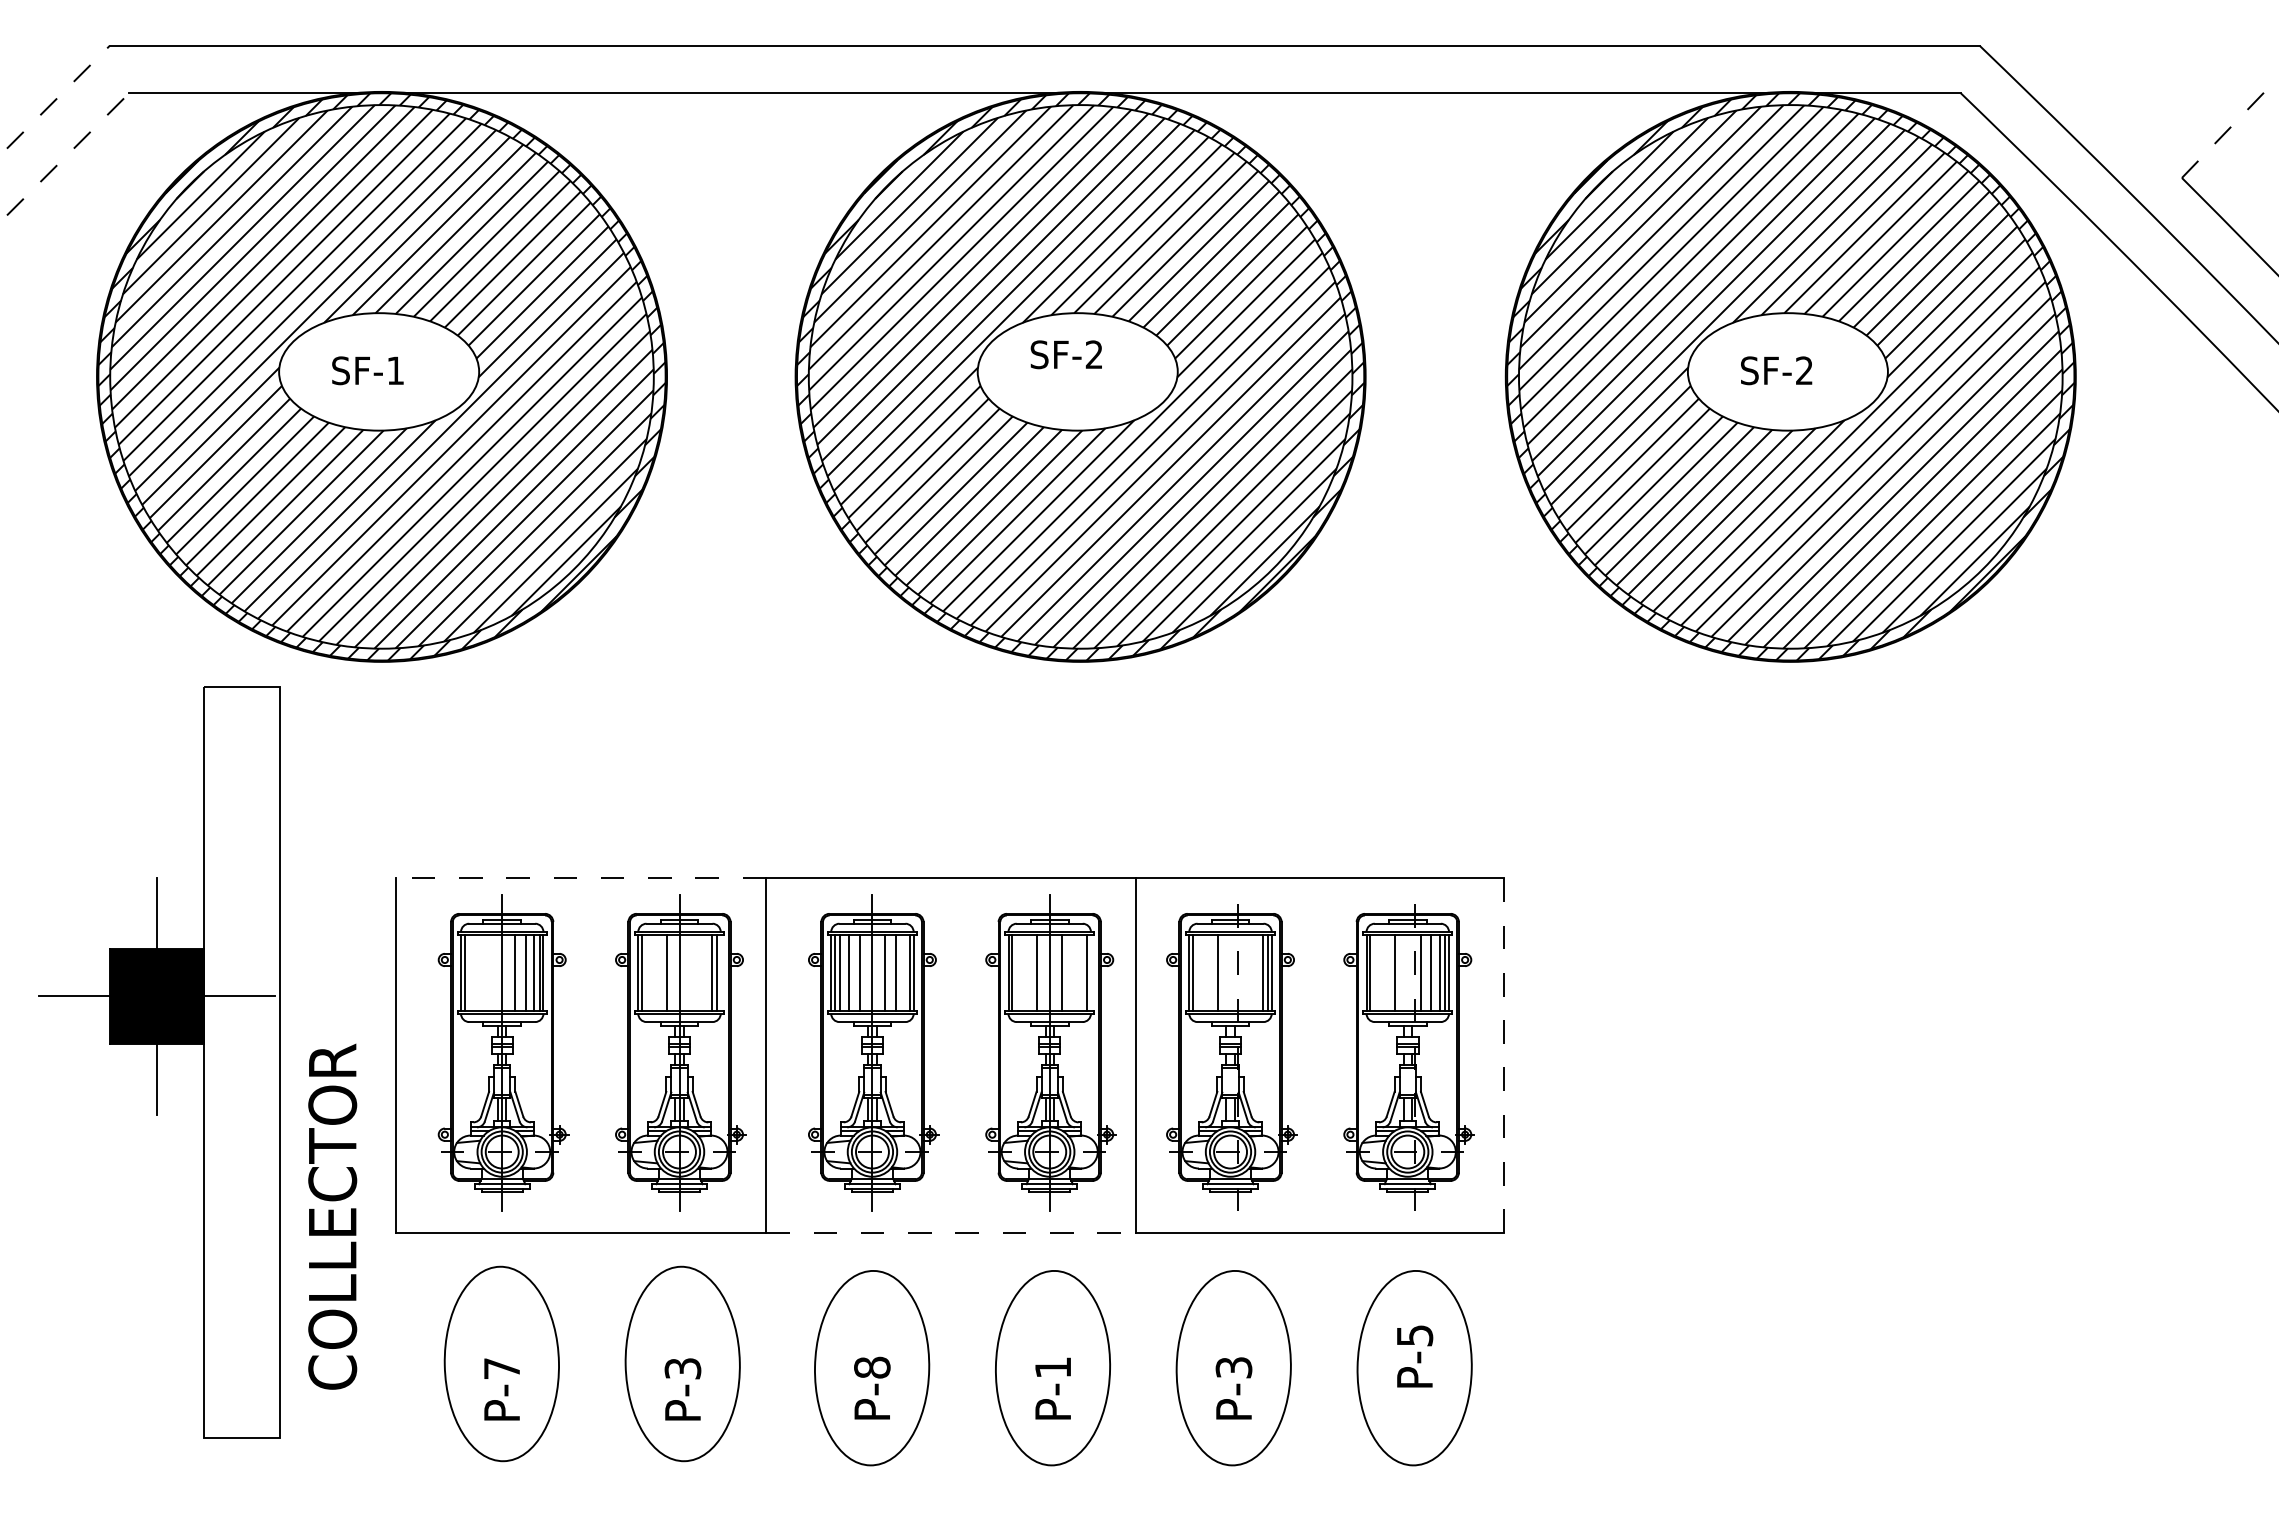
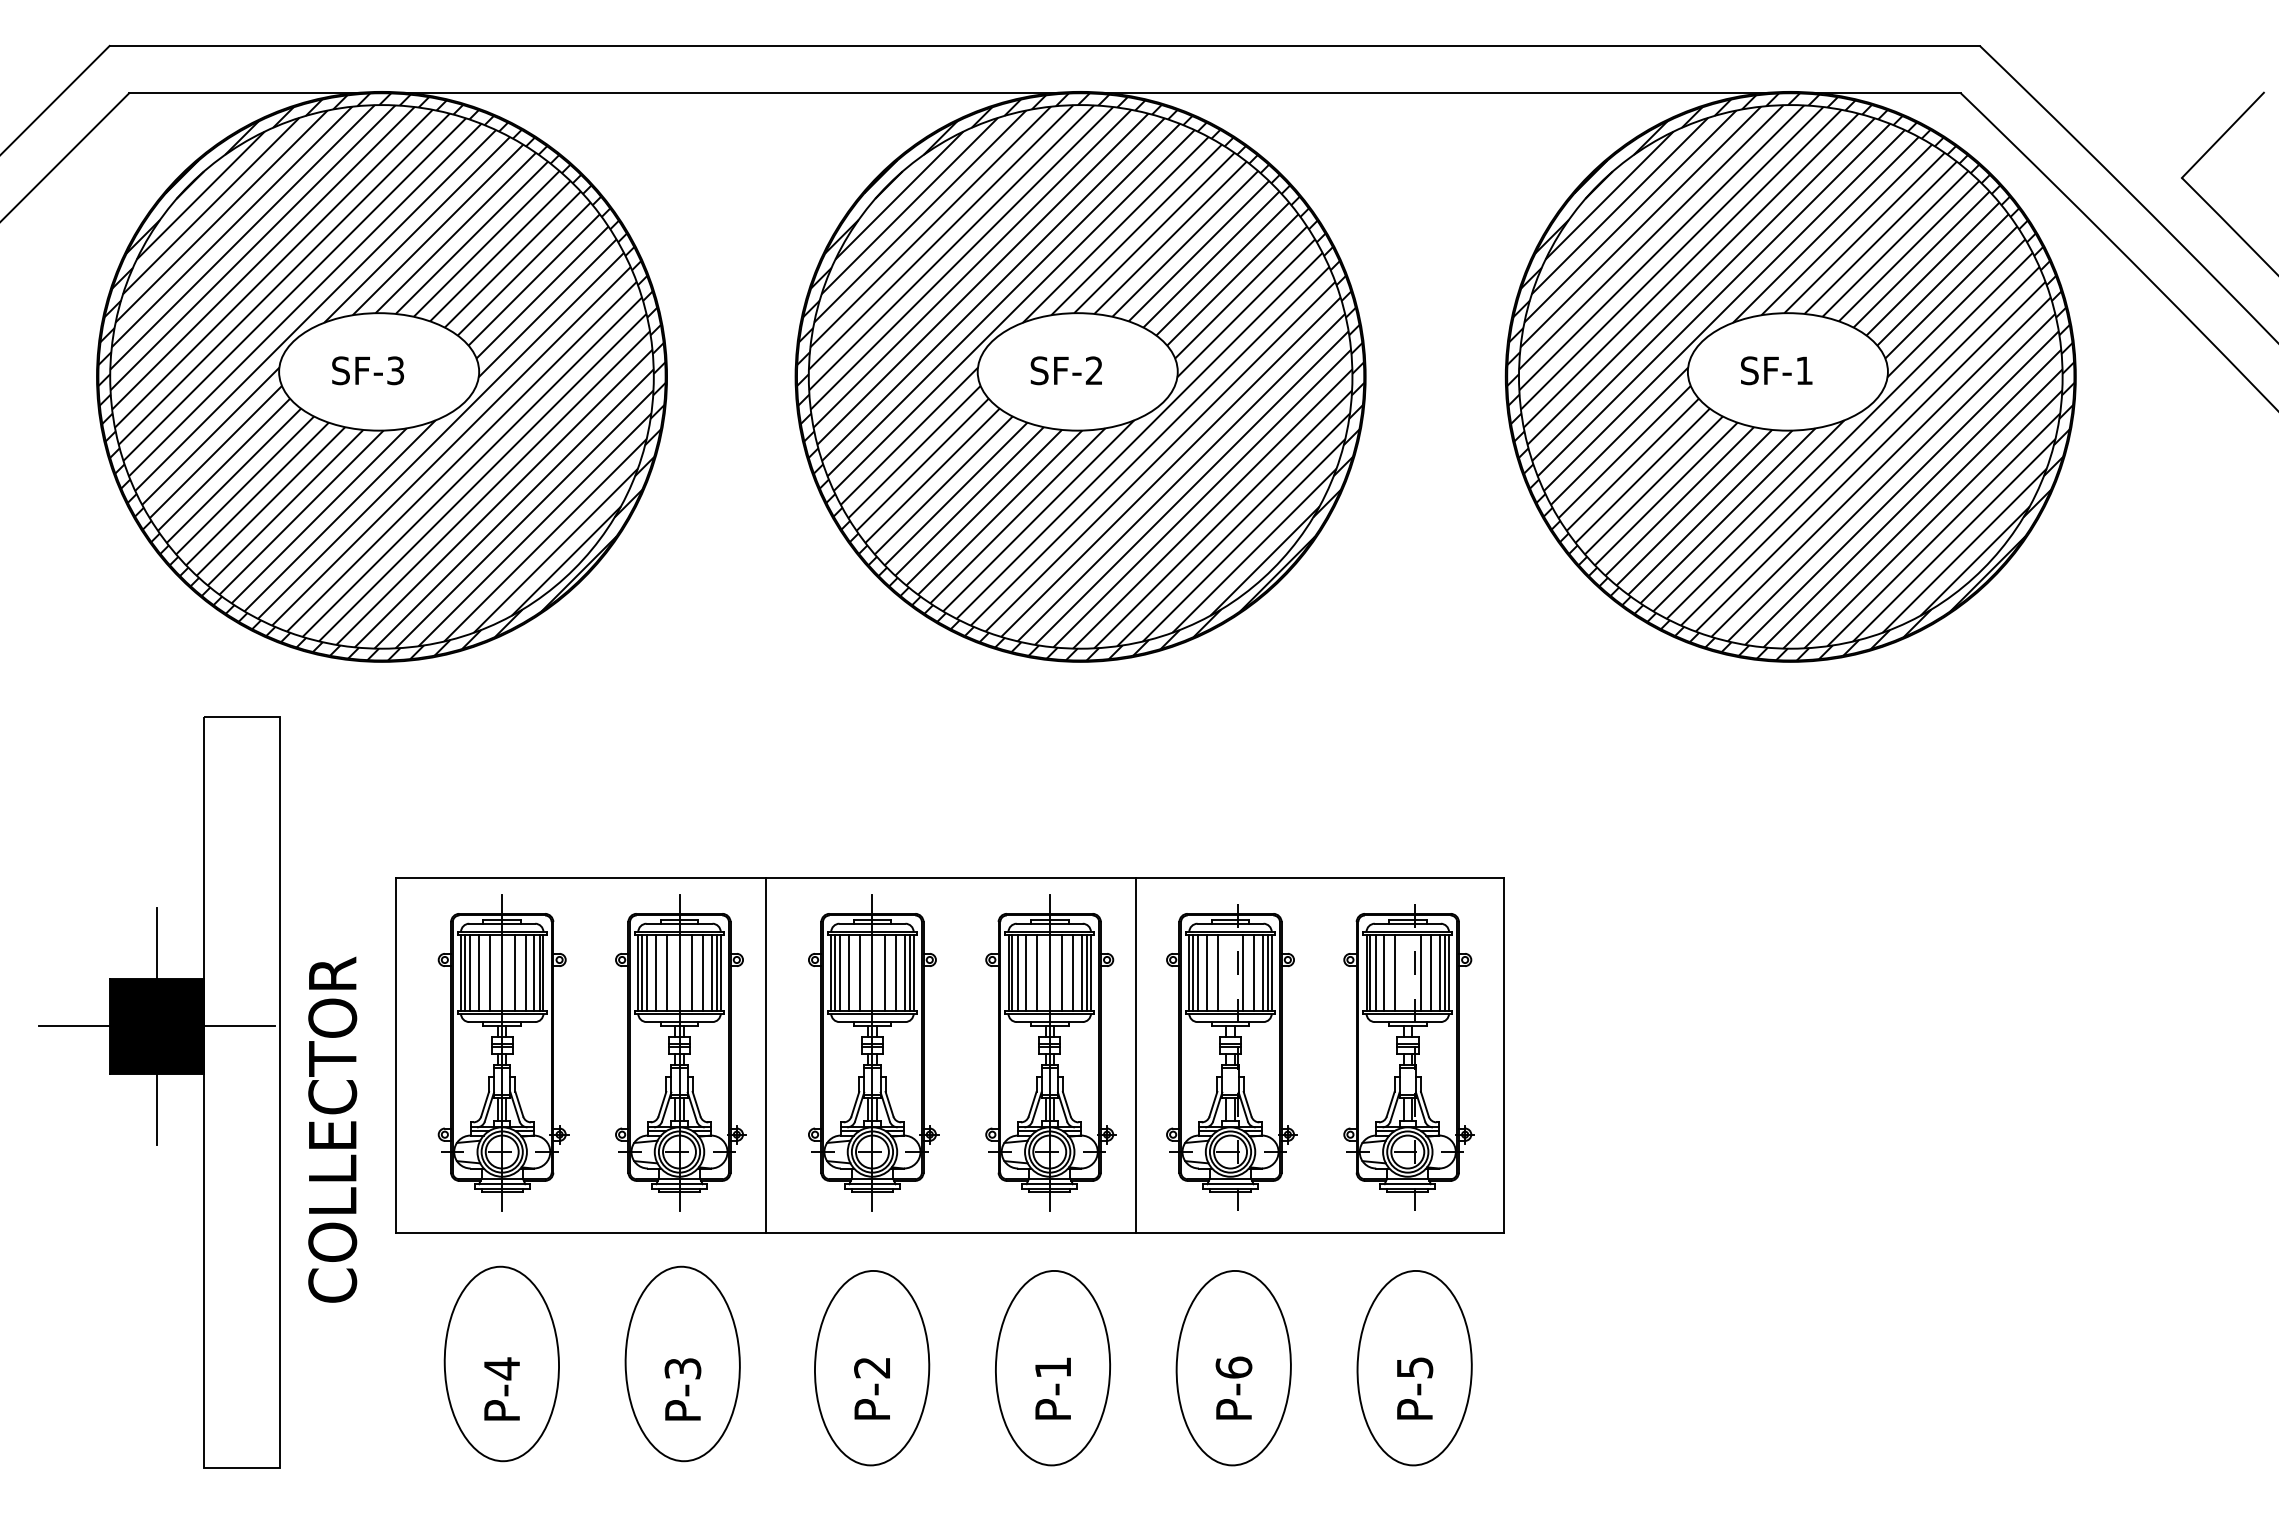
line at (55, 100): dashed -> solid
line at (2222, 135): dashed -> solid
line at (64, 157): dashed -> solid
text at (1065, 354) position: (1065, 354) -> (1065, 370)
text at (395, 370): SF-1 -> SF-3
text at (1804, 370): SF-2 -> SF-1
line at (580, 878): dashed -> solid
line at (470, 972): none -> present
line at (478, 972): none -> present
line at (489, 972): none -> present
line at (647, 972): none -> present
line at (655, 972): none -> present
line at (692, 972): none -> present
line at (703, 972): none -> present
line at (720, 972): none -> present
line at (904, 972): none -> present
line at (1017, 972): none -> present
line at (1026, 972): none -> present
line at (1073, 972): none -> present
line at (1081, 972): none -> present
line at (1090, 972): none -> present
line at (1198, 972): none -> present
line at (1206, 972): none -> present
line at (1243, 972): none -> present
line at (1254, 972): none -> present
line at (1375, 972): none -> present
line at (1384, 972): none -> present
line at (1503, 1056): dashed -> solid
part at (159, 1062) position: (159, 1062) -> (159, 1092)
text at (332, 1216) position: (332, 1216) -> (332, 1129)
line at (951, 1232): dashed -> solid
text at (1415, 1356) position: (1415, 1356) -> (1415, 1388)
text at (872, 1367): P-8 -> P-2
text at (1233, 1367): P-3 -> P-6
text at (501, 1368): P-7 -> P-4
